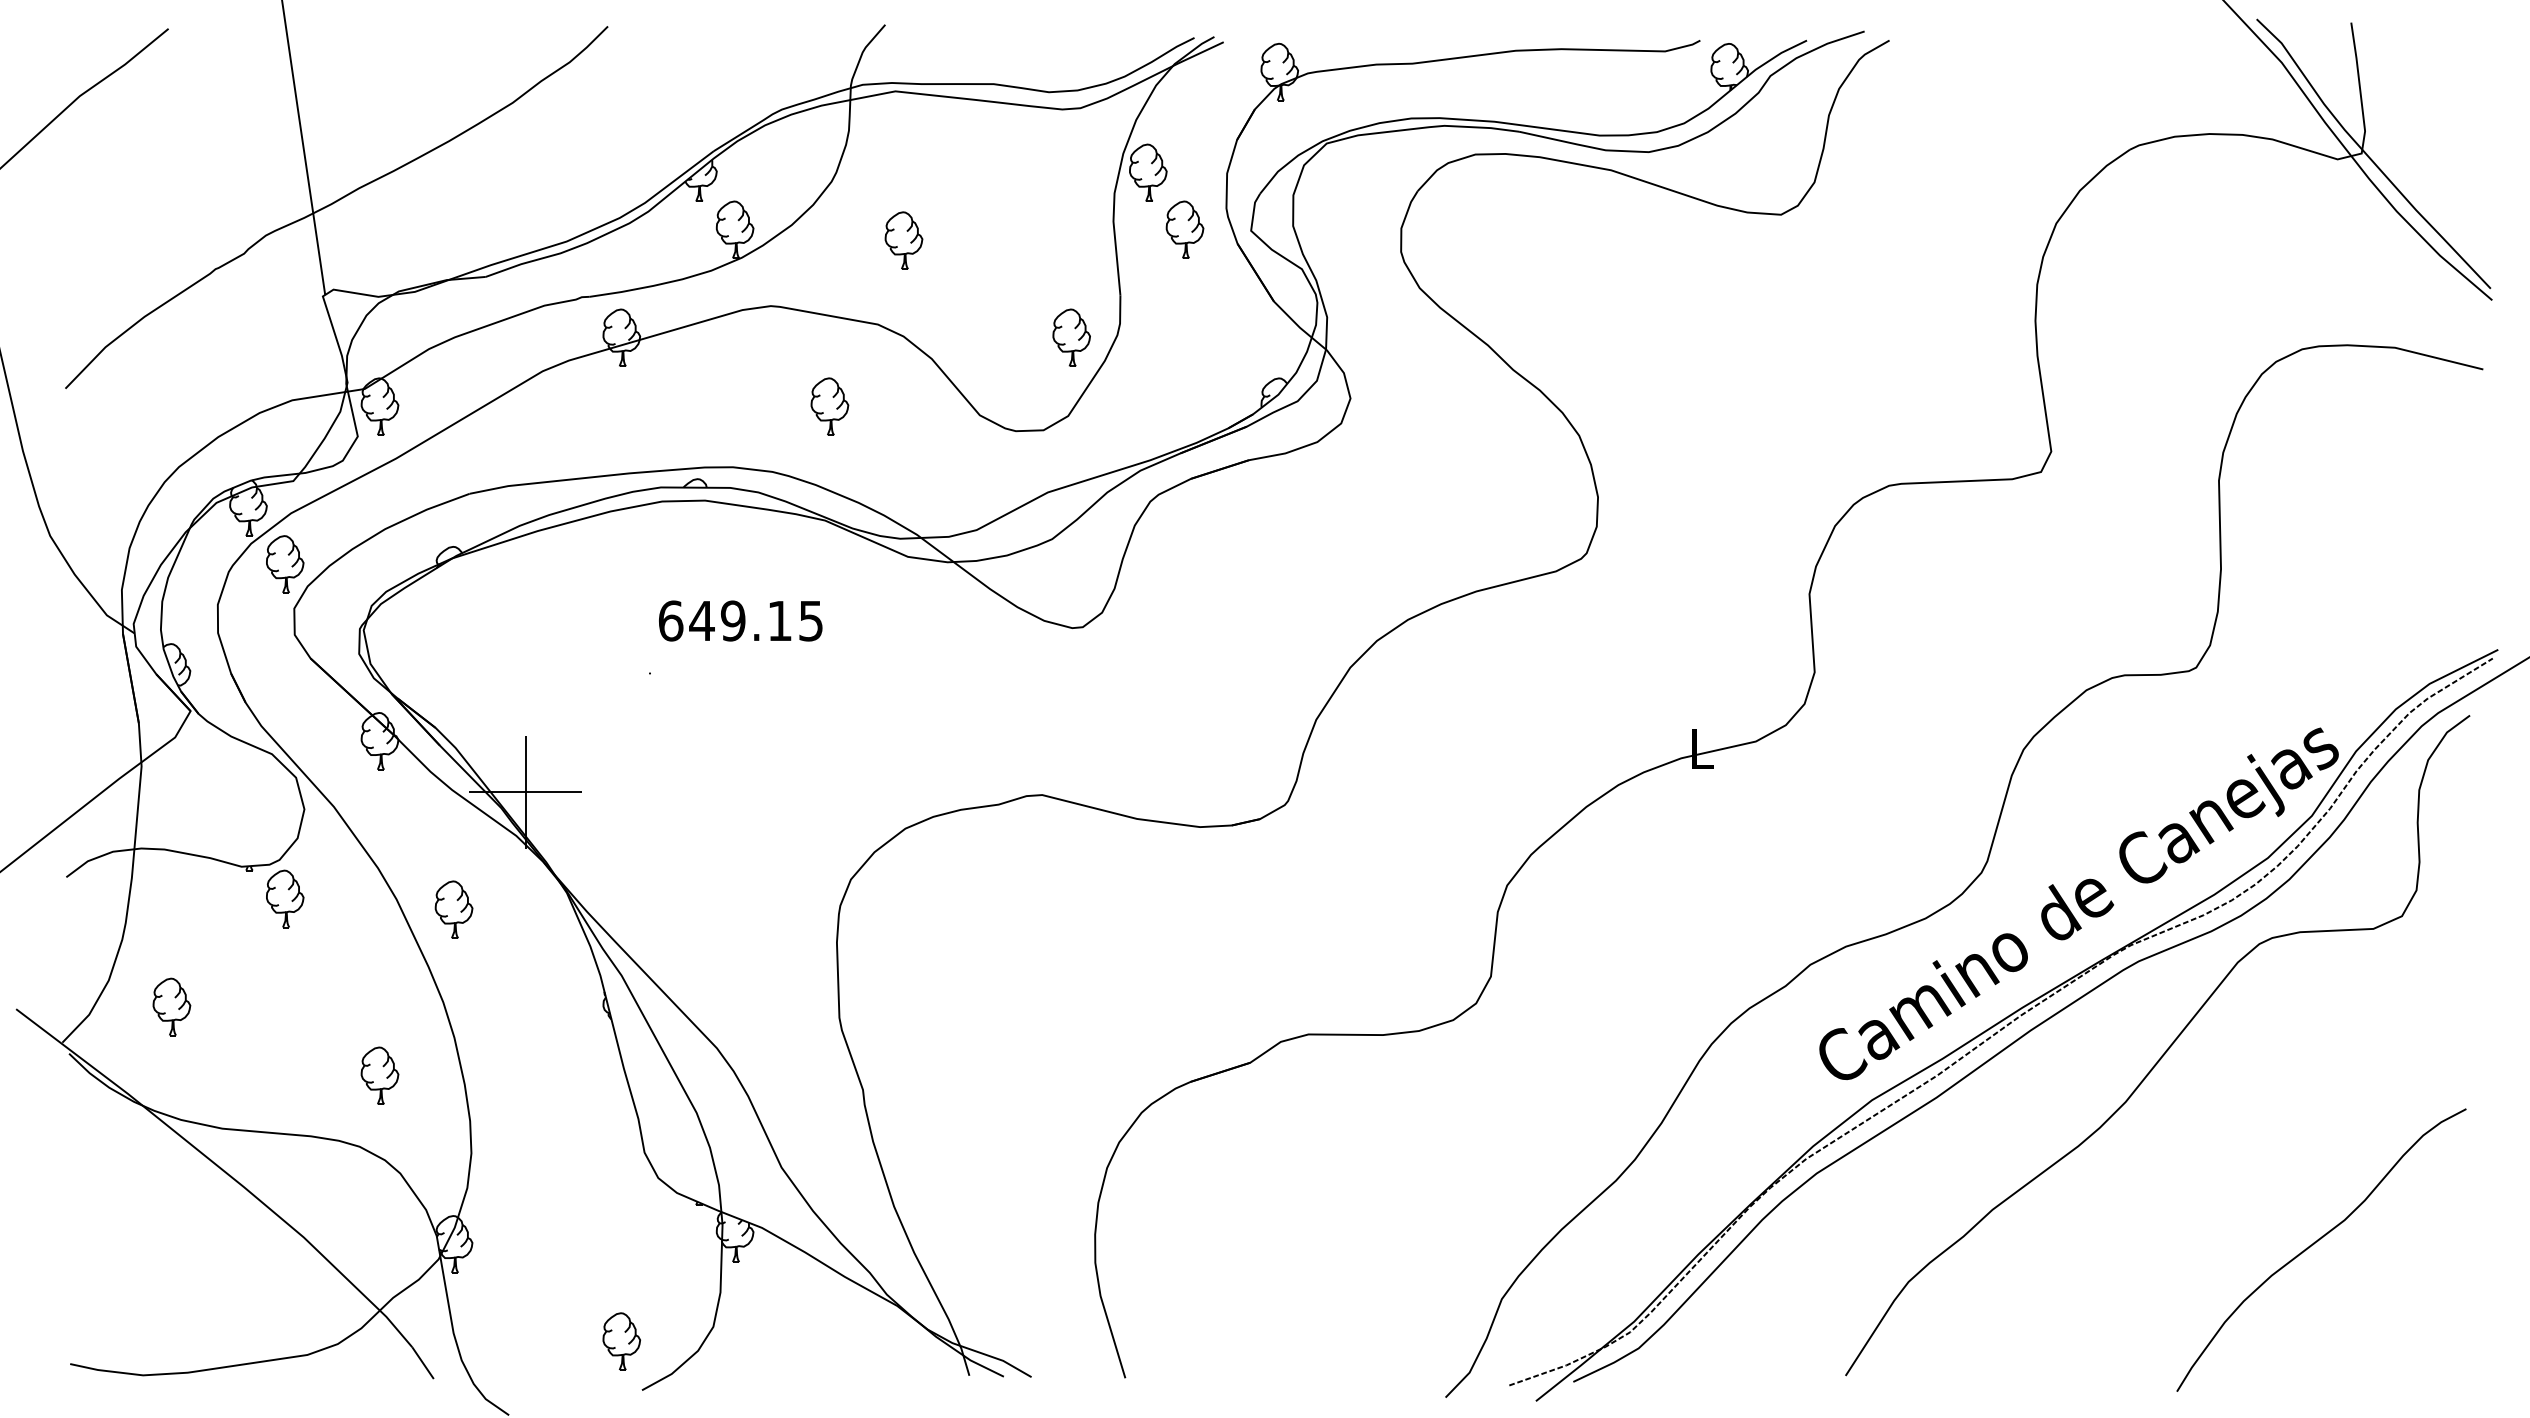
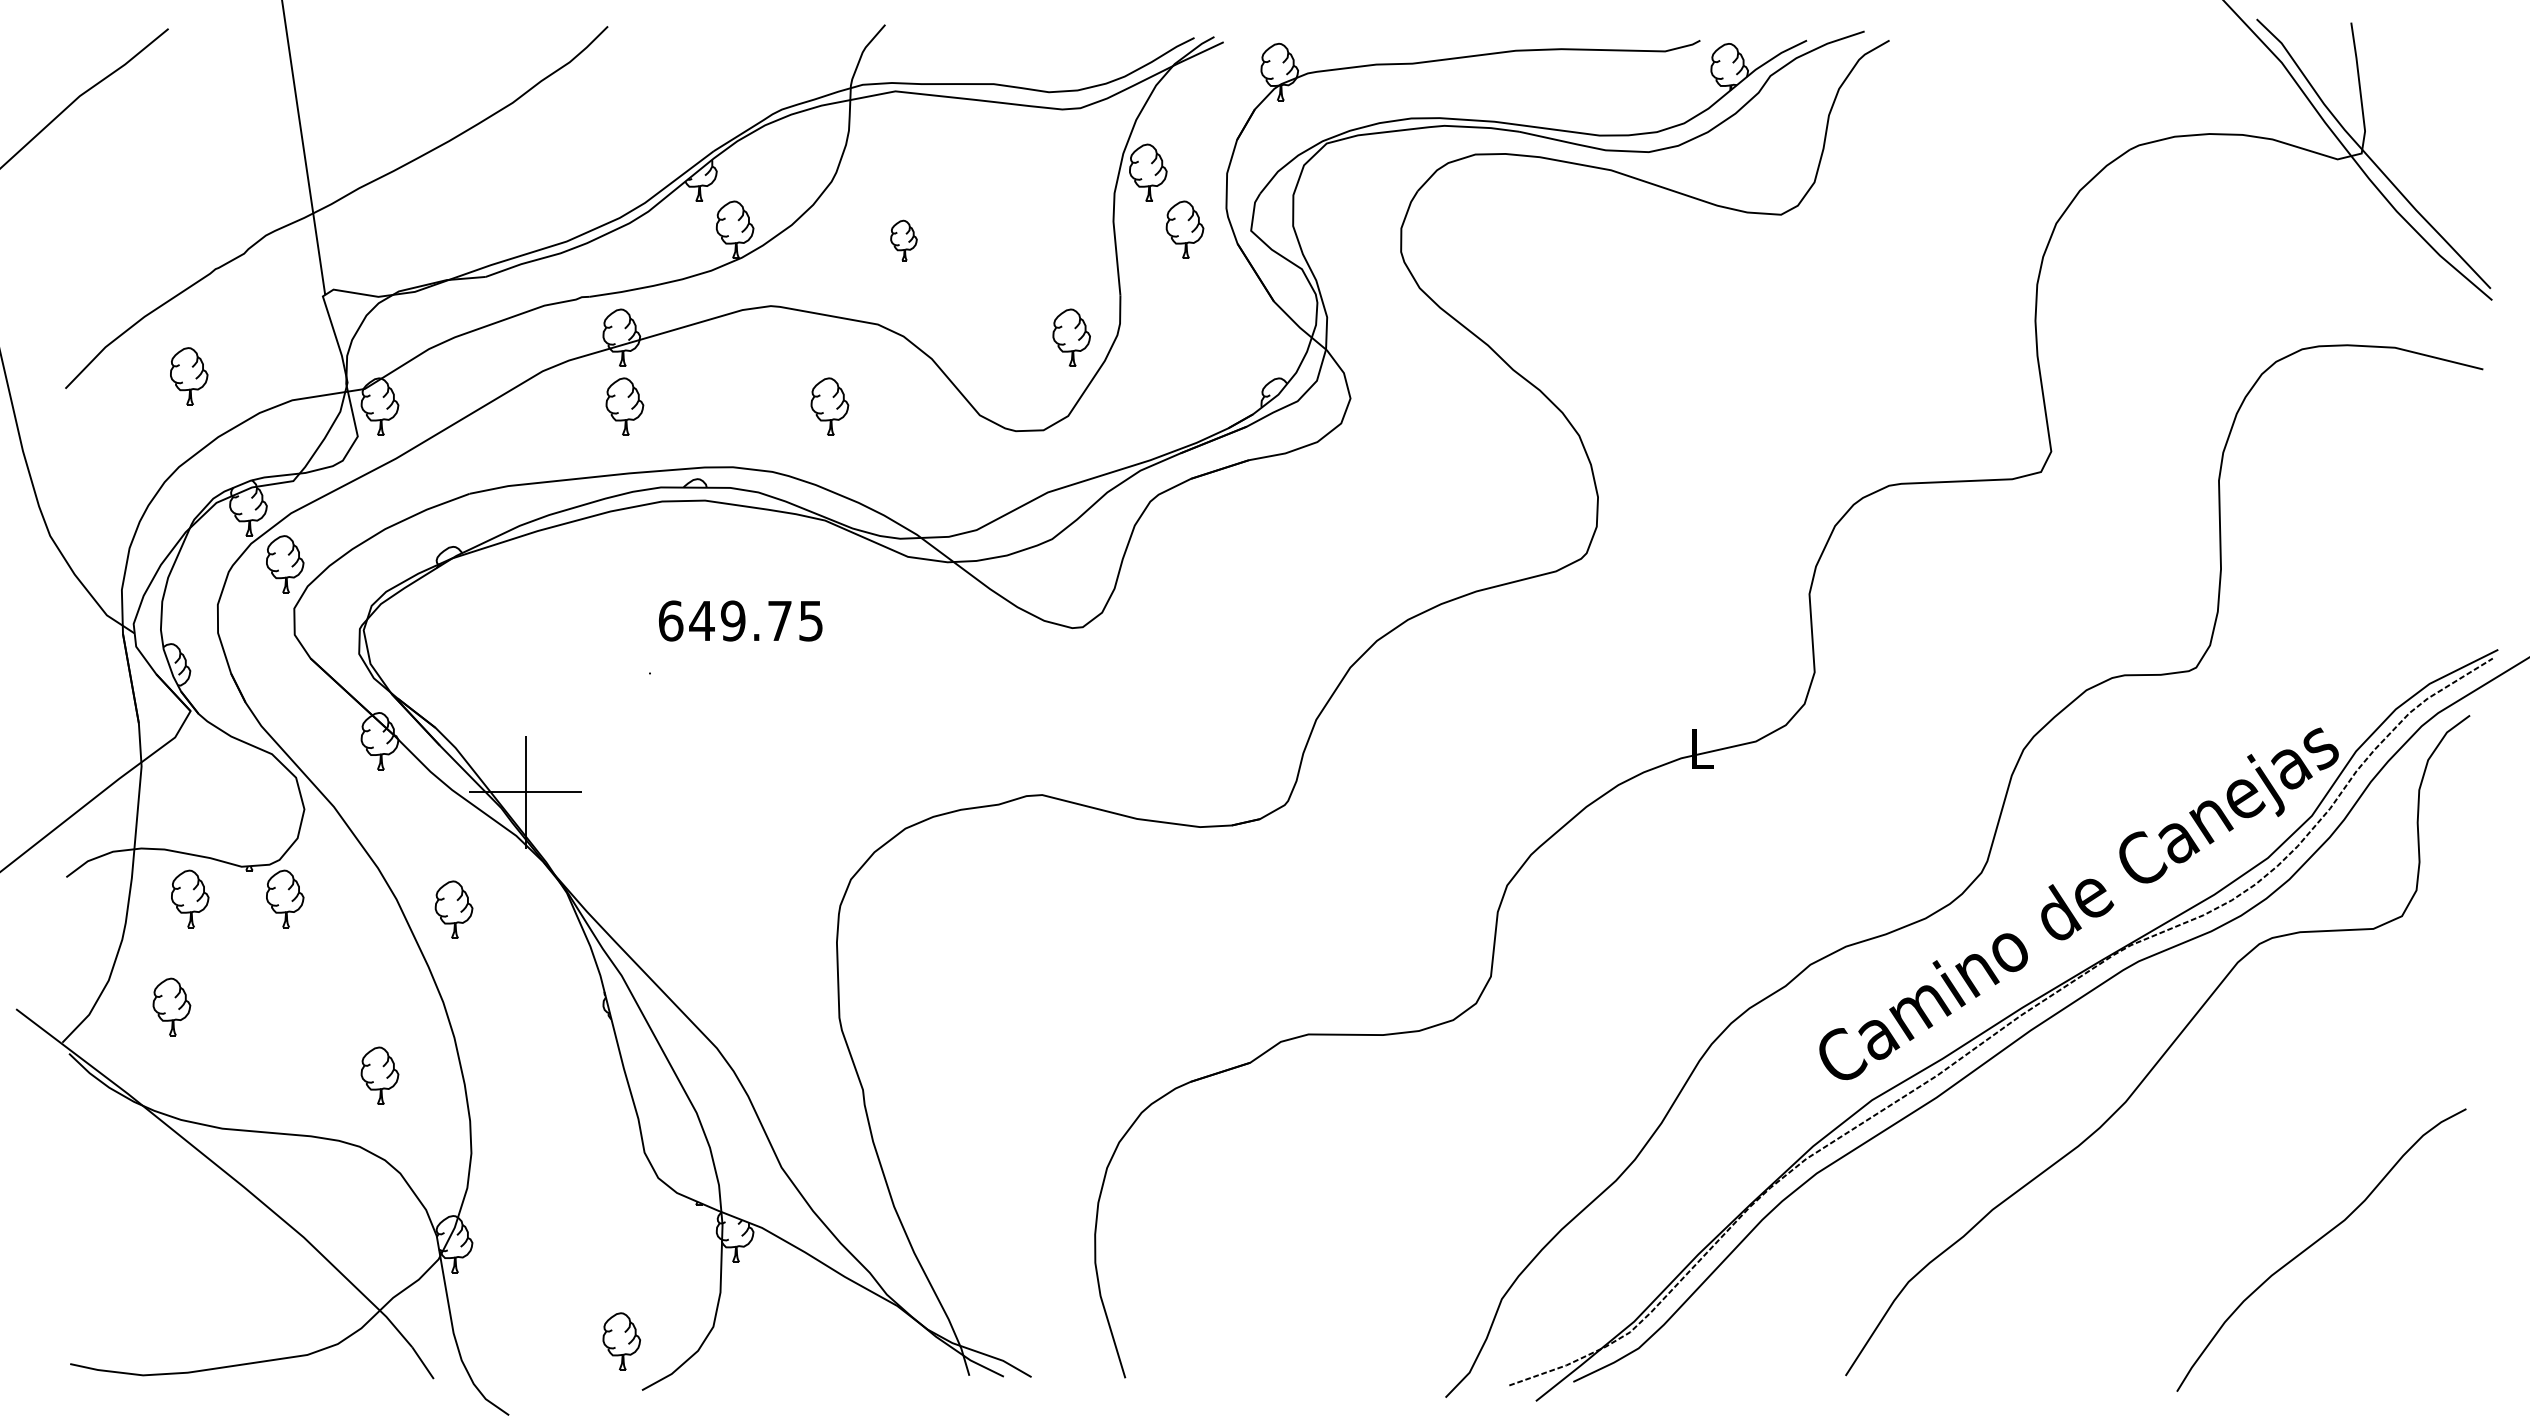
part at (903, 240) size: 40x59 px -> 28x43 px
part at (189, 376): none -> present
part at (624, 406): none -> present
text at (779, 620): 649.15 -> 649.75
part at (190, 898): none -> present
